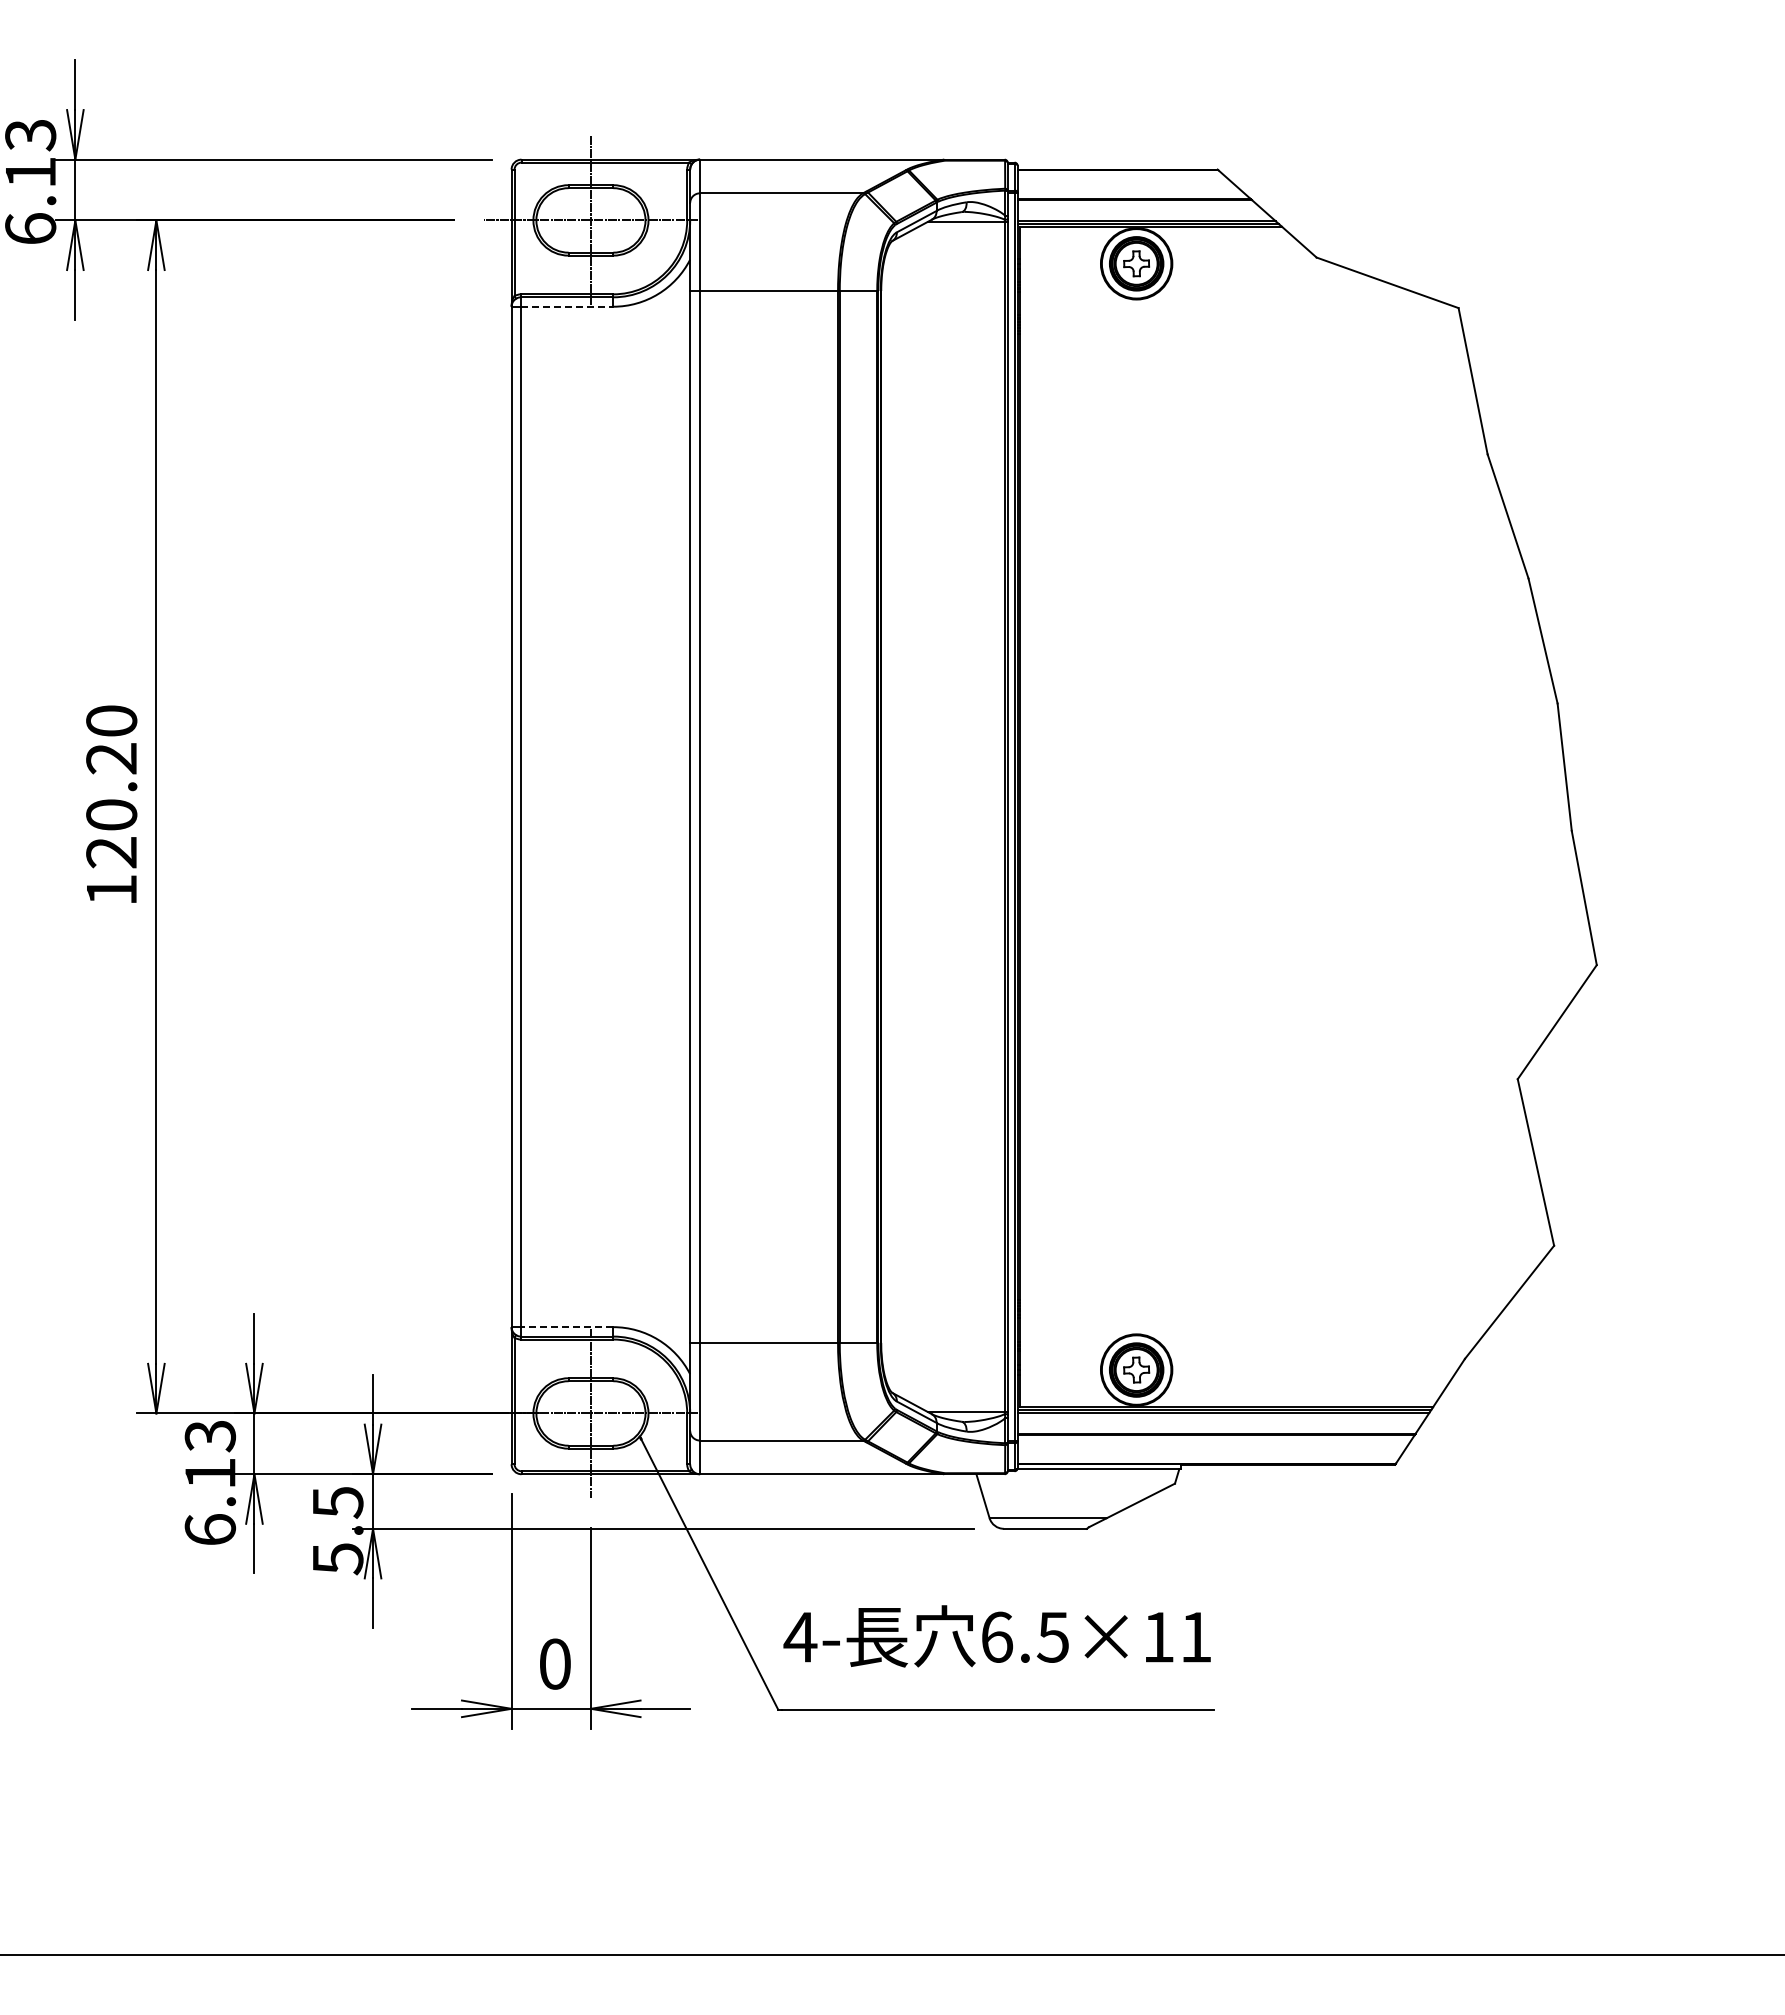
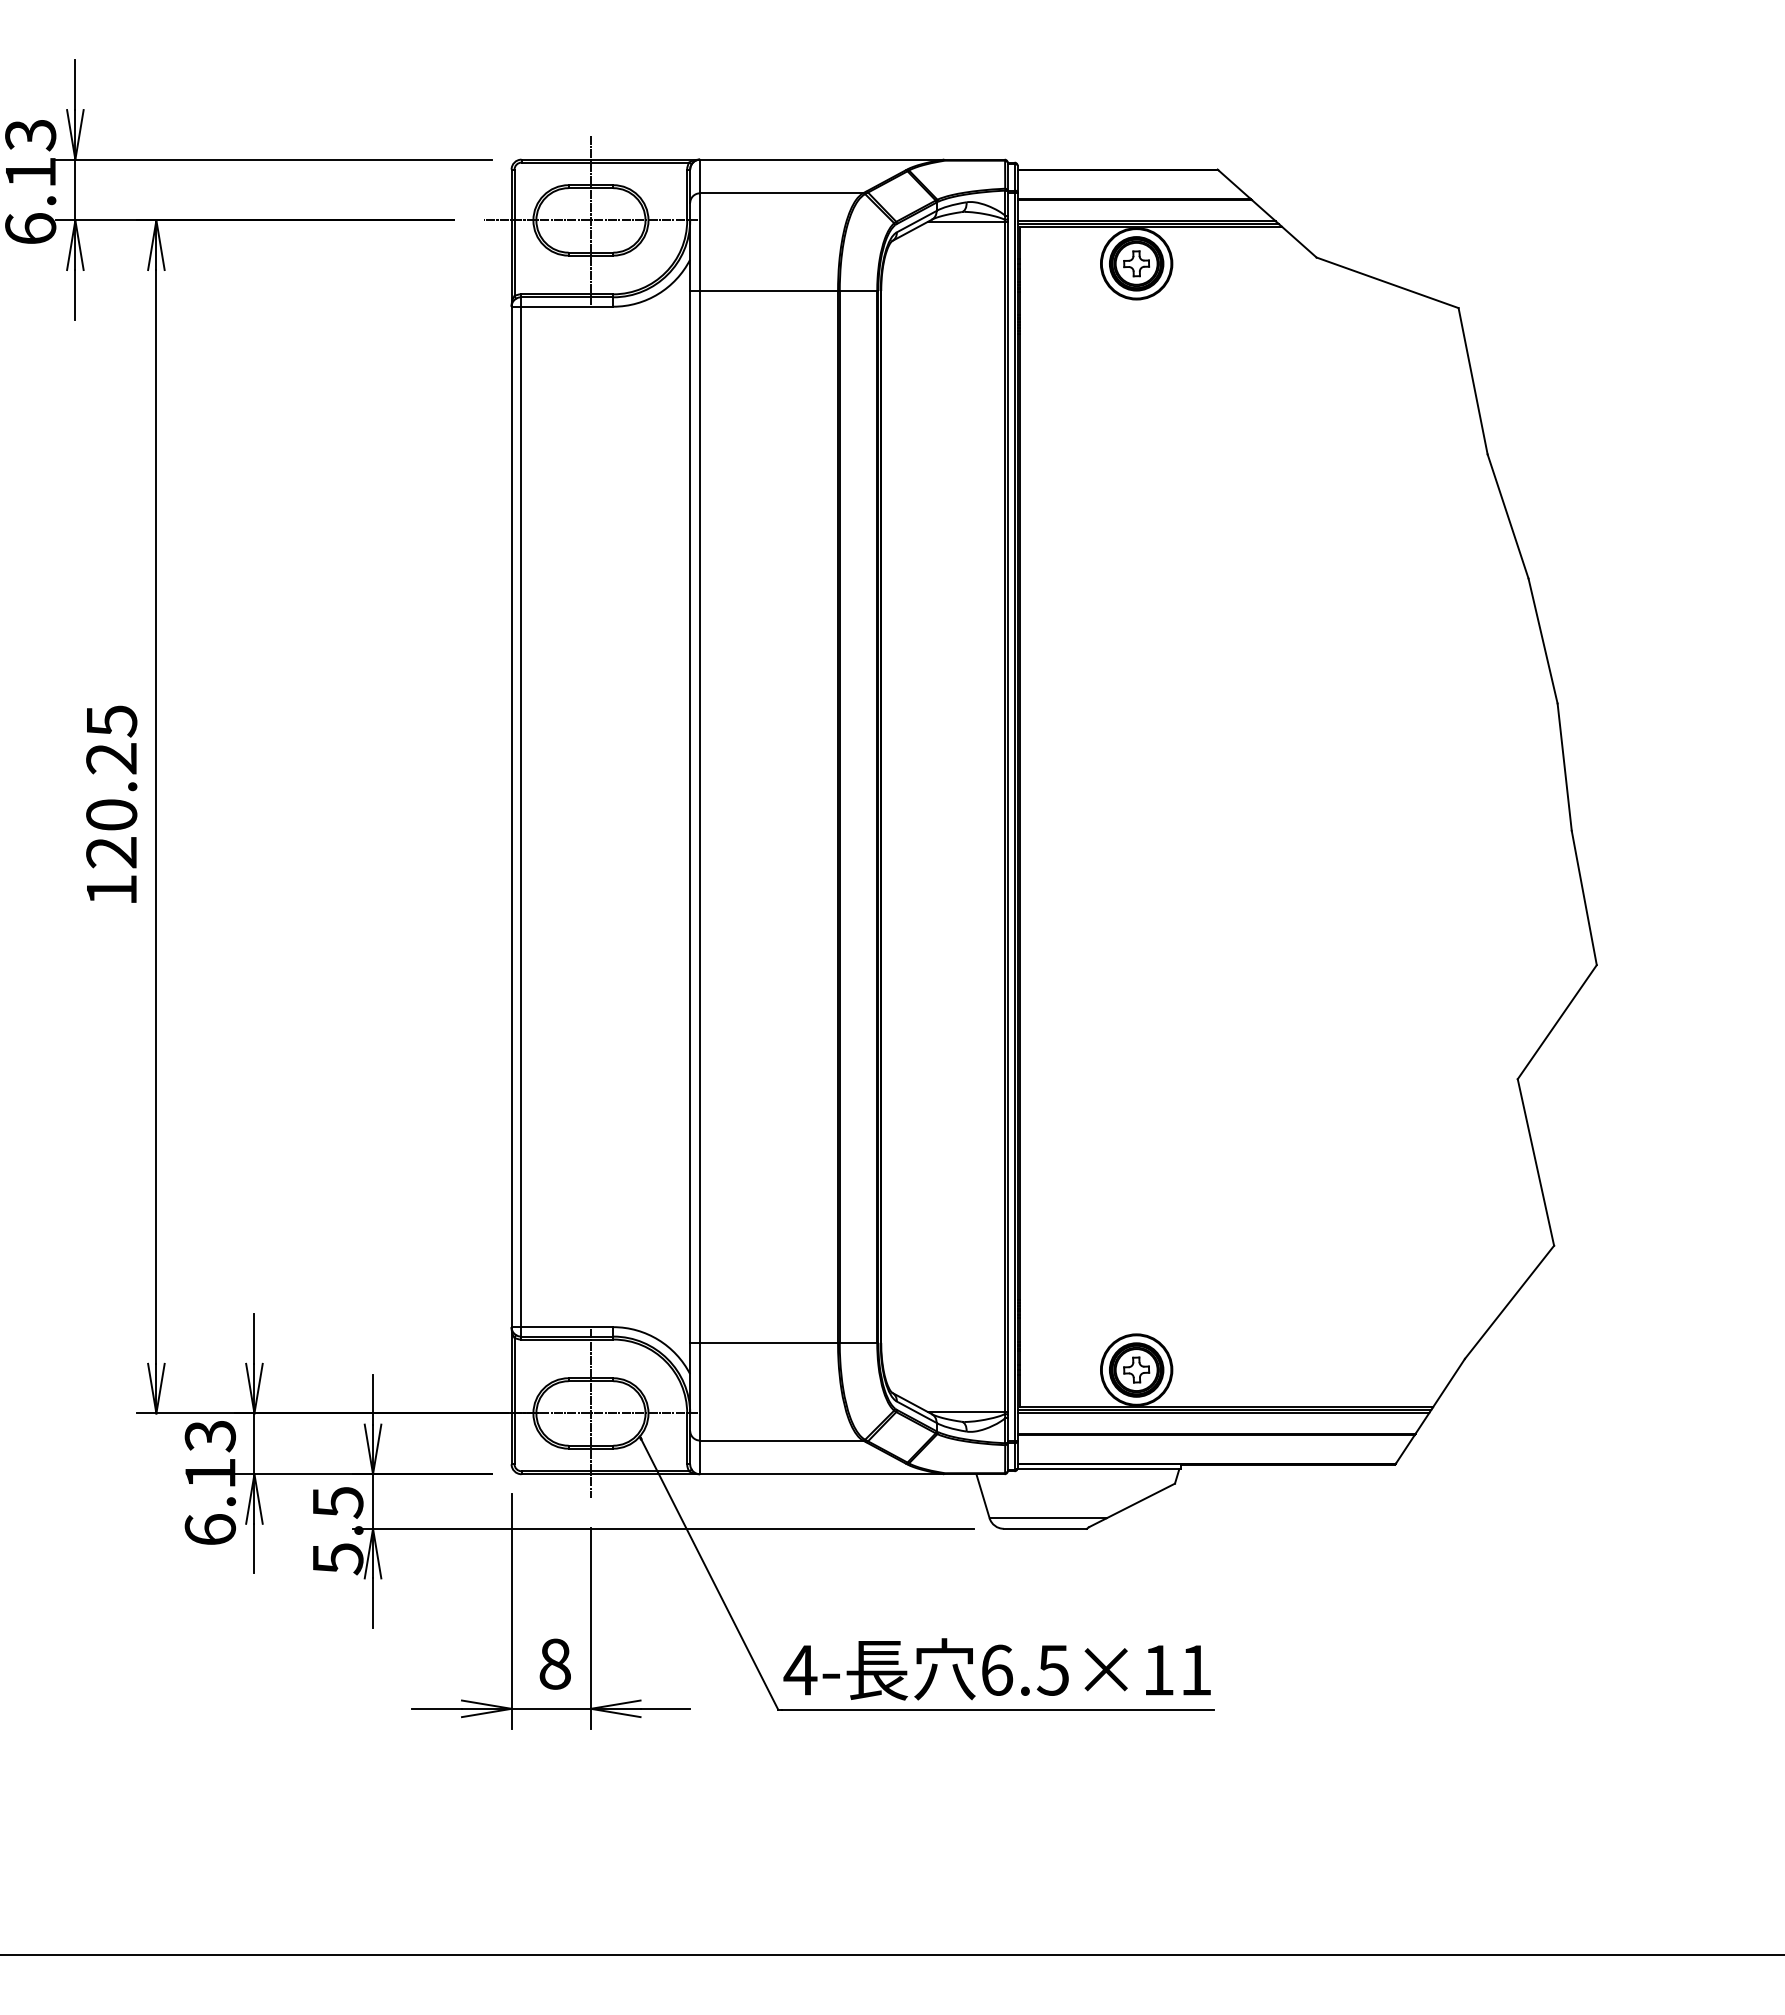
line at (567, 306): dashed -> solid
text at (111, 721): 120.20 -> 120.25
line at (566, 1327): dashed -> solid
text at (996, 1636) position: (996, 1636) -> (996, 1669)
text at (554, 1663): 0 -> 8
